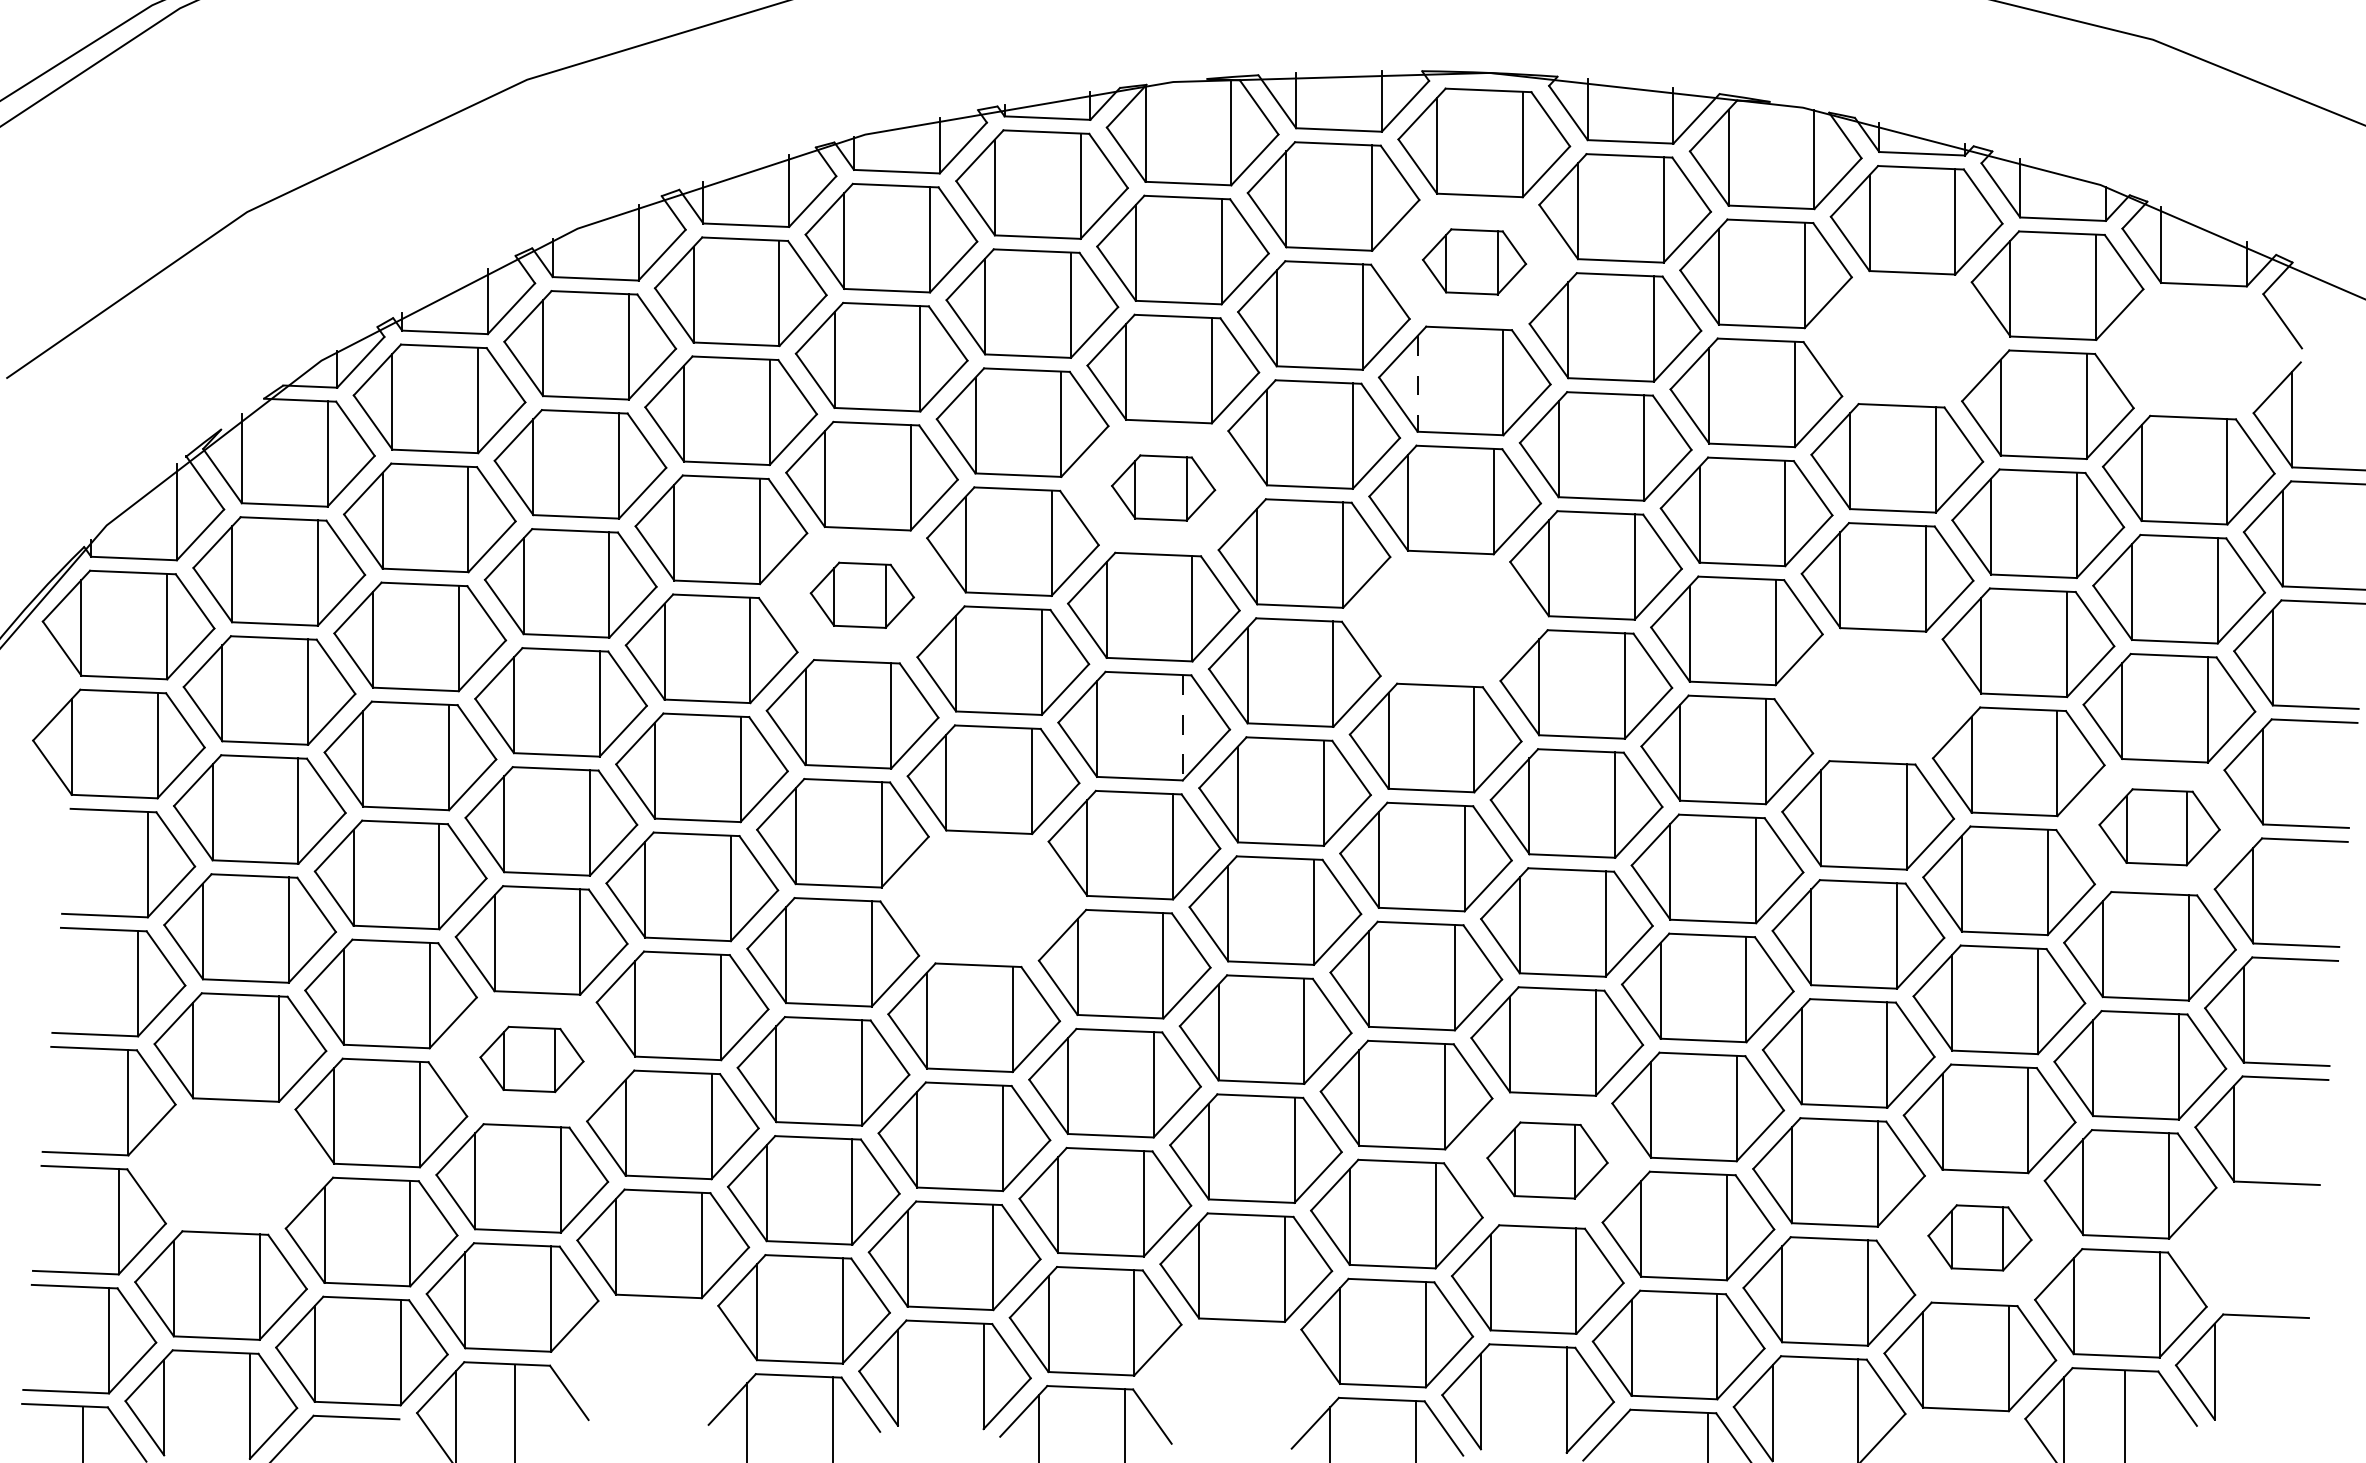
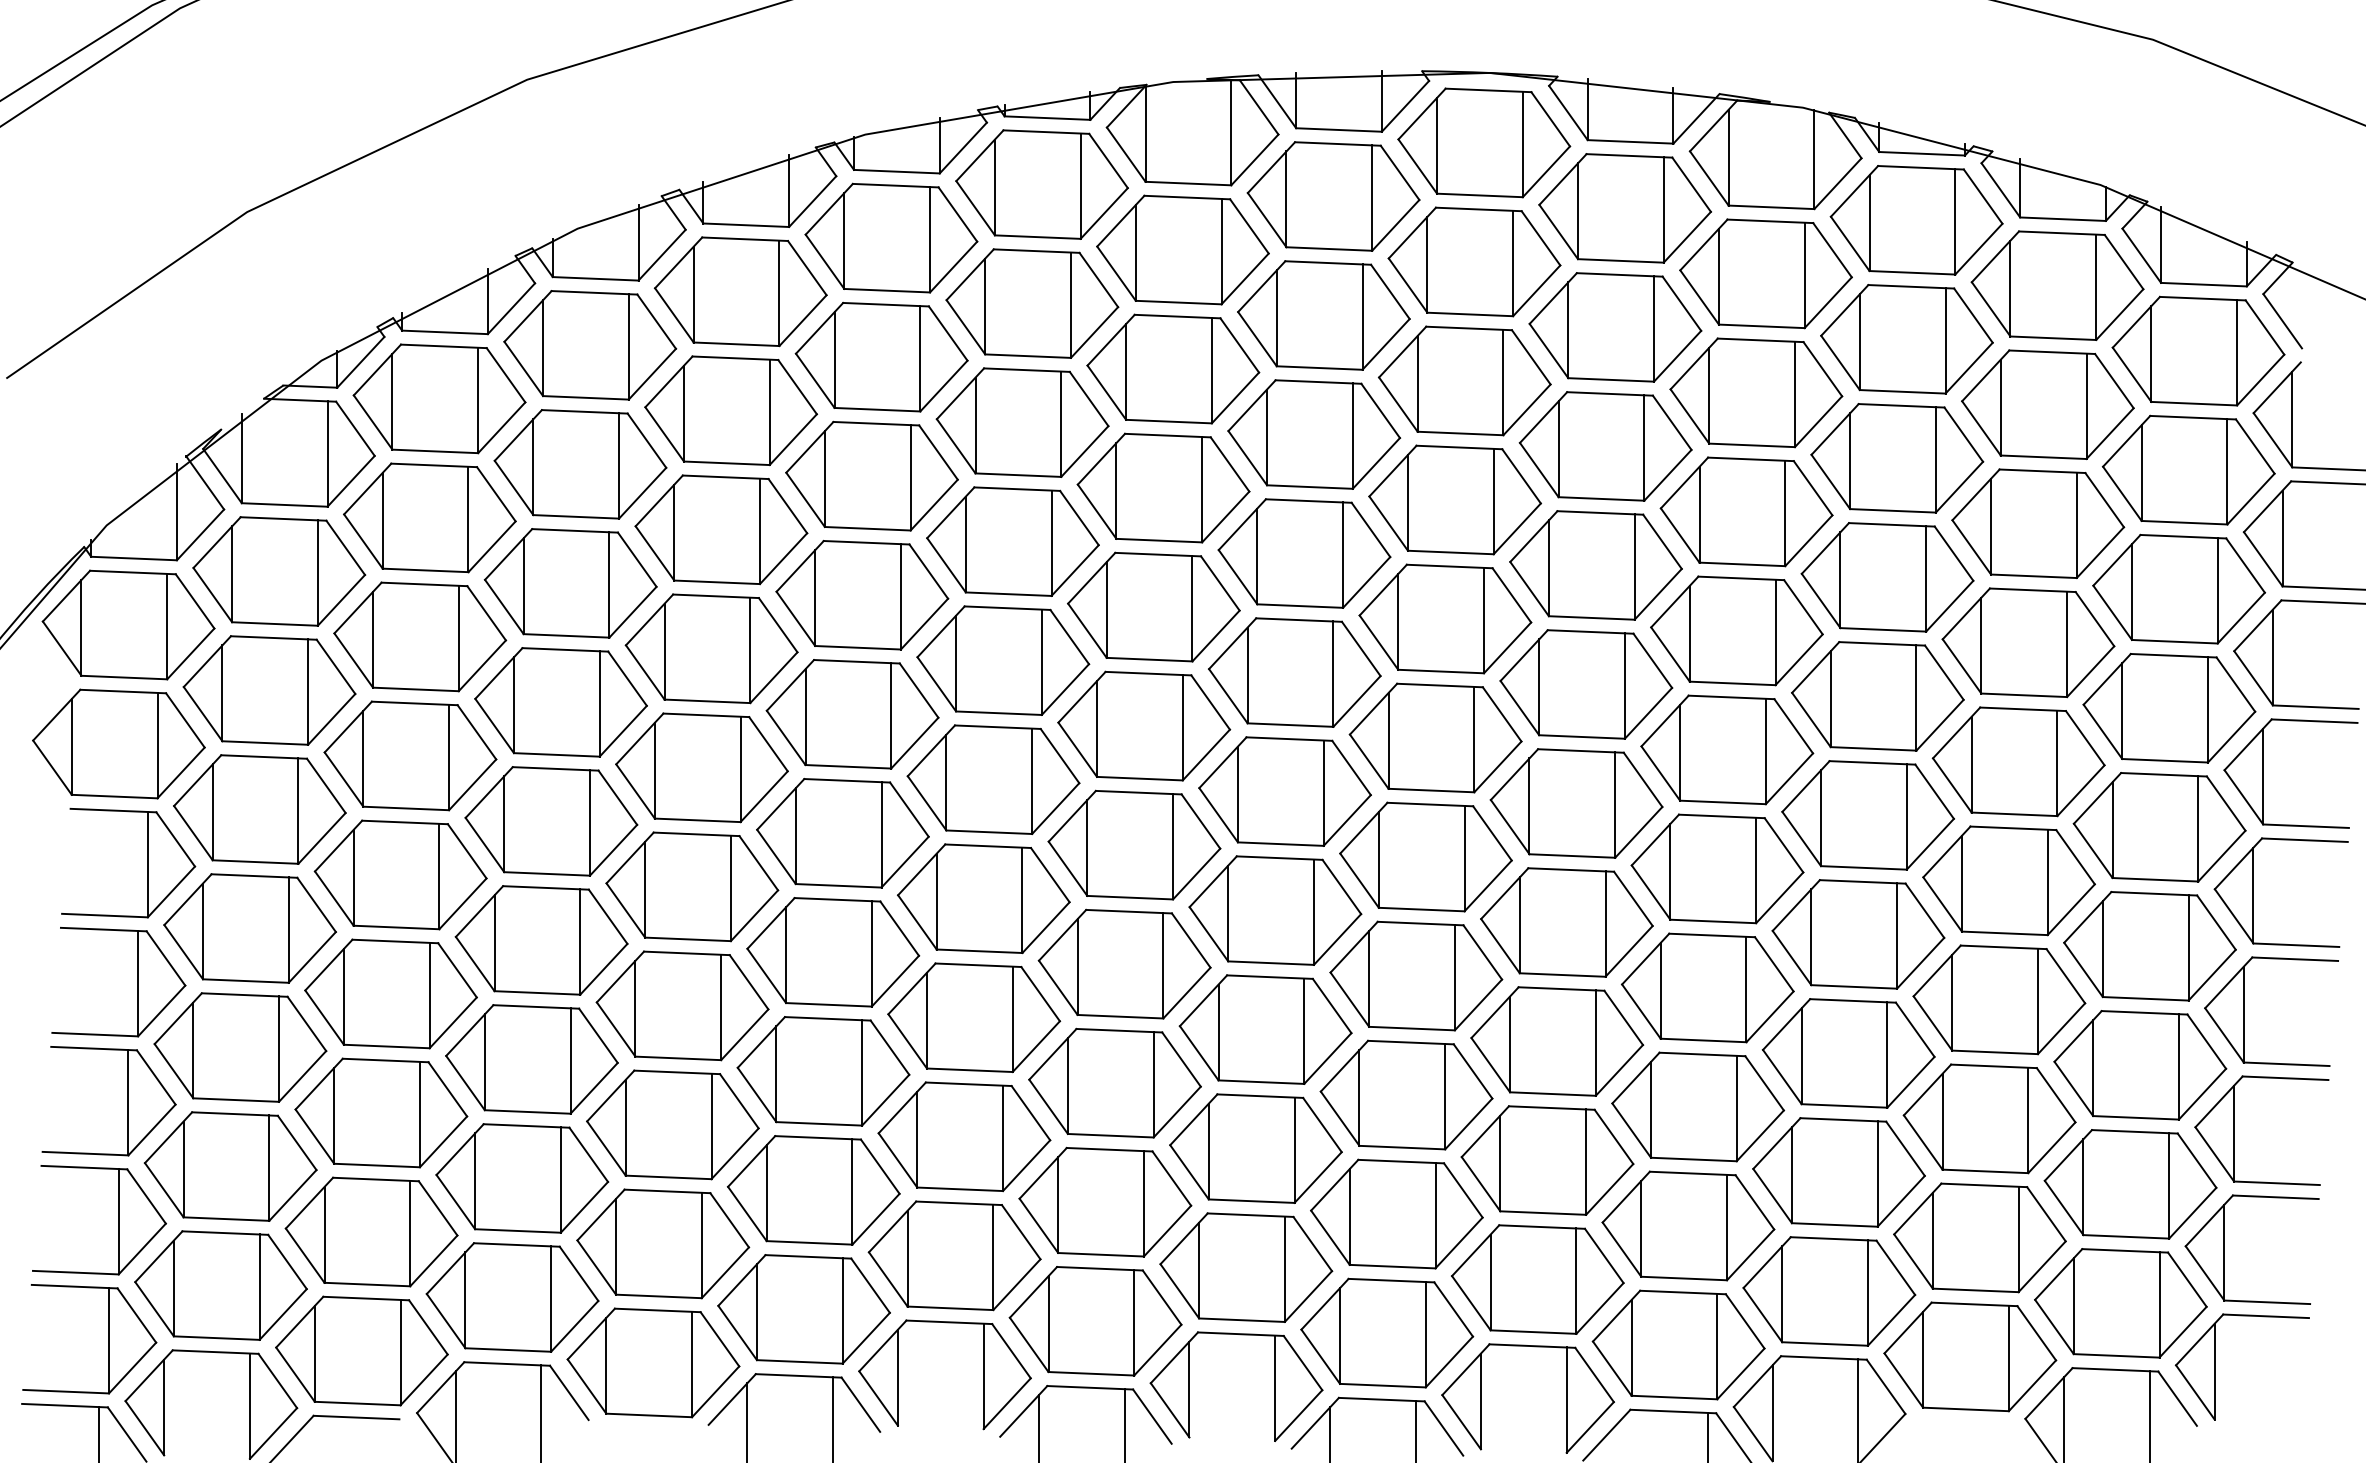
part at (1474, 261) size: 107x68 px -> 175x112 px
part at (1906, 339): none -> present
part at (2198, 350): none -> present
line at (1417, 383): dashed -> solid
part at (1163, 487) size: 106x68 px -> 175x112 px
part at (861, 594) size: 106x68 px -> 175x111 px
part at (1445, 618): none -> present
part at (1877, 696): none -> present
line at (1182, 727): dashed -> solid
part at (2159, 827) size: 123x79 px -> 175x111 px
part at (983, 898): none -> present
part at (531, 1059) size: 106x69 px -> 174x111 px
part at (1547, 1160) size: 123x79 px -> 175x111 px
part at (230, 1166): none -> present
part at (1979, 1237) size: 106x68 px -> 174x112 px
part at (2224, 1249): none -> present
part at (653, 1362): none -> present
part at (1274, 1386): none -> present
line at (515, 1412) position: (515, 1412) -> (541, 1412)
line at (2124, 1415) position: (2124, 1415) -> (2149, 1415)
line at (83, 1433) position: (83, 1433) -> (99, 1433)
